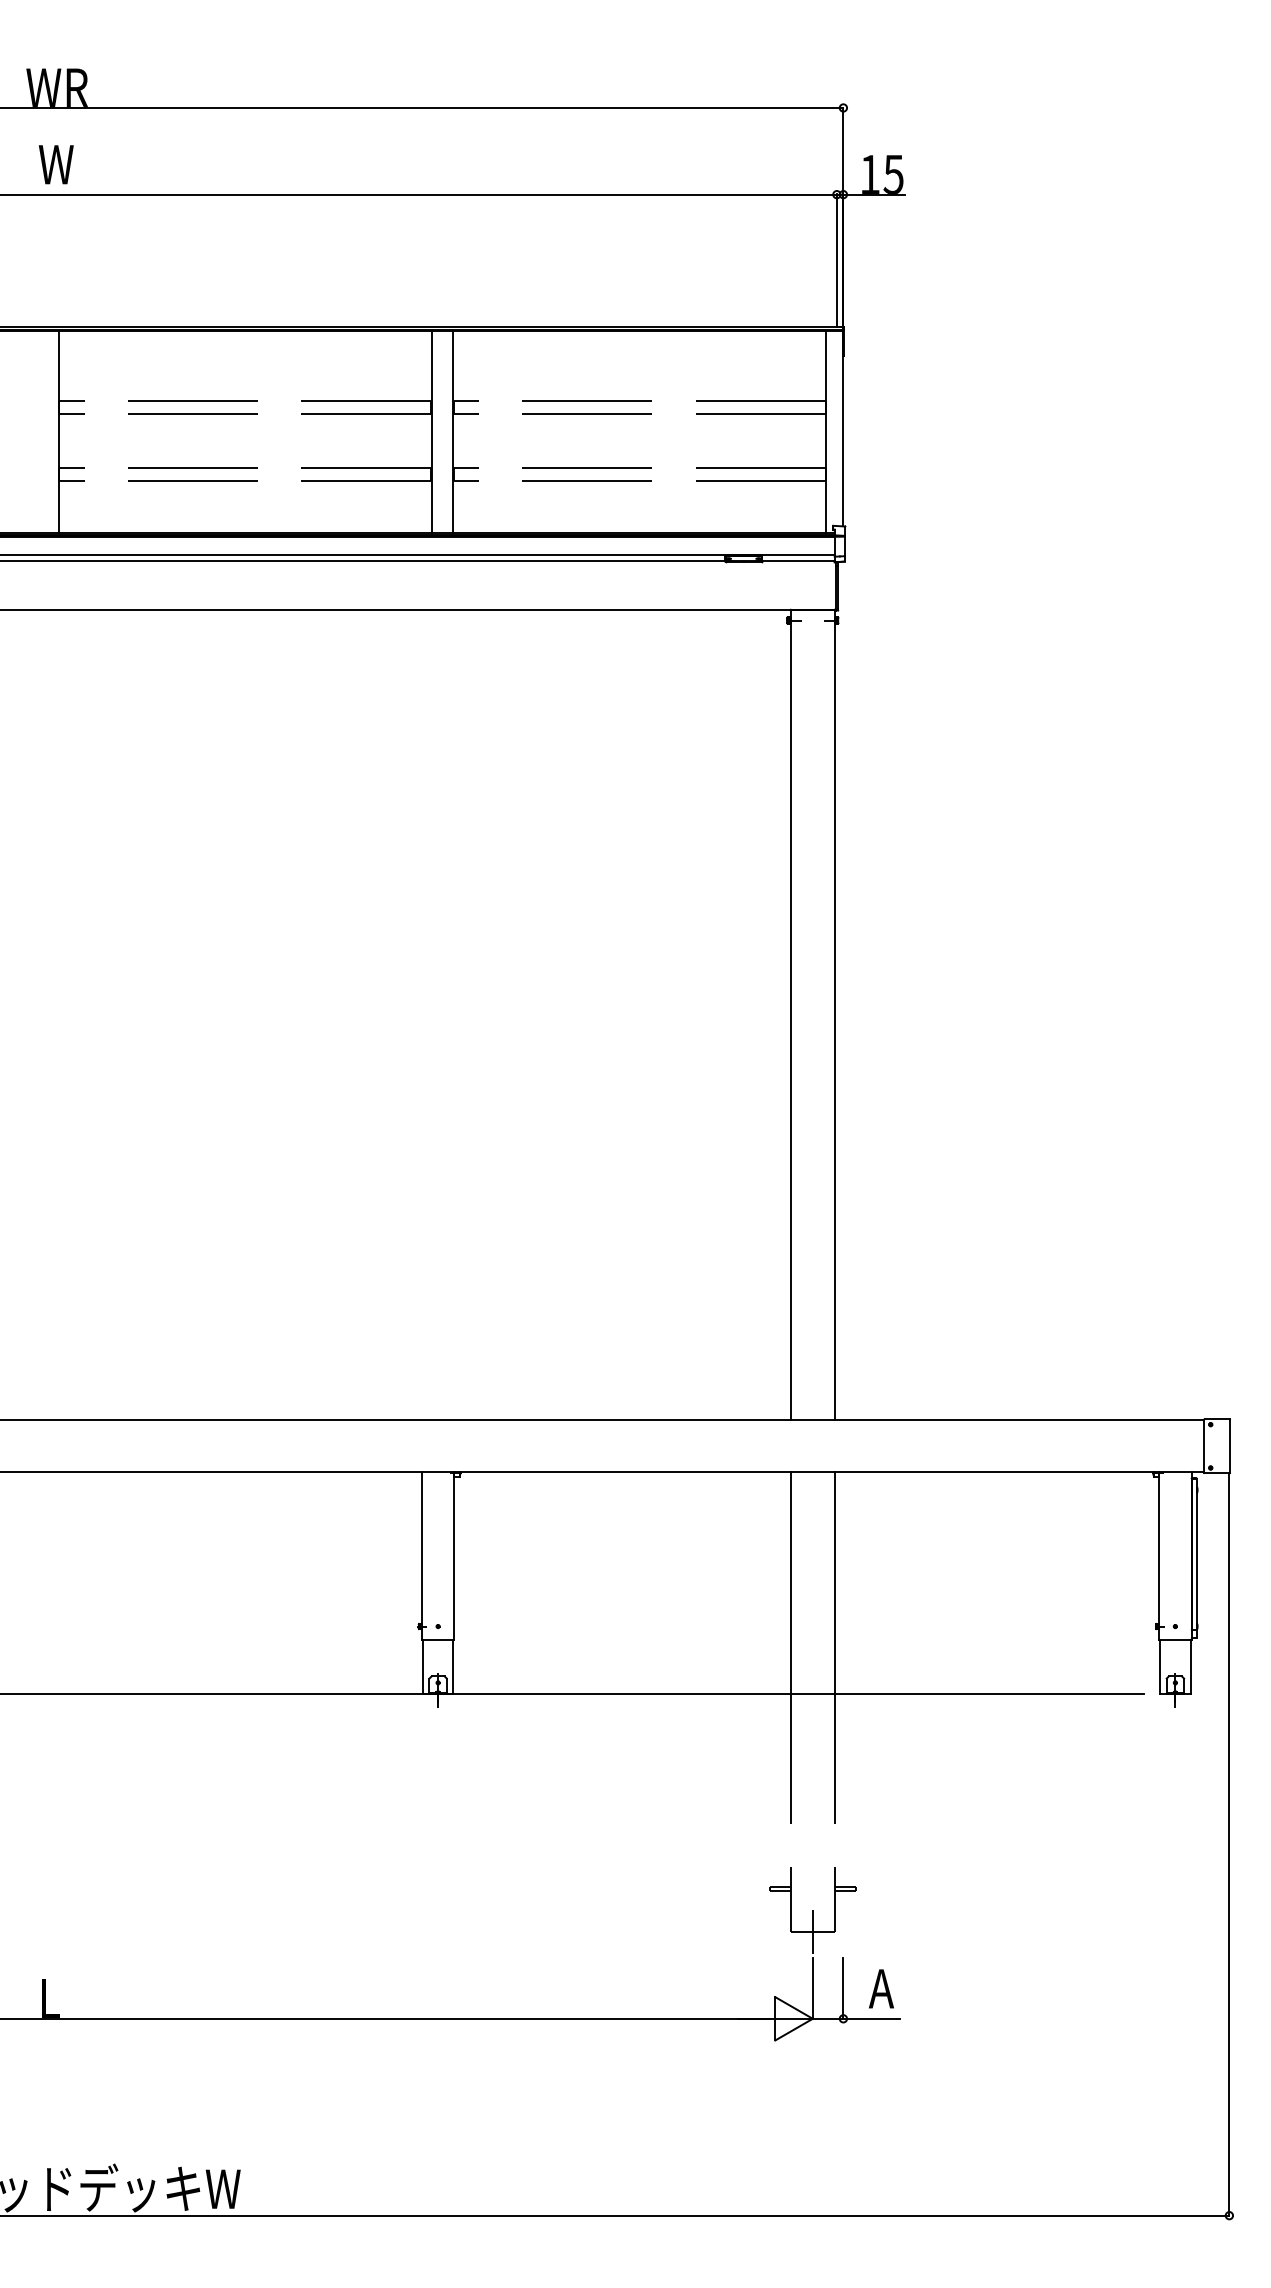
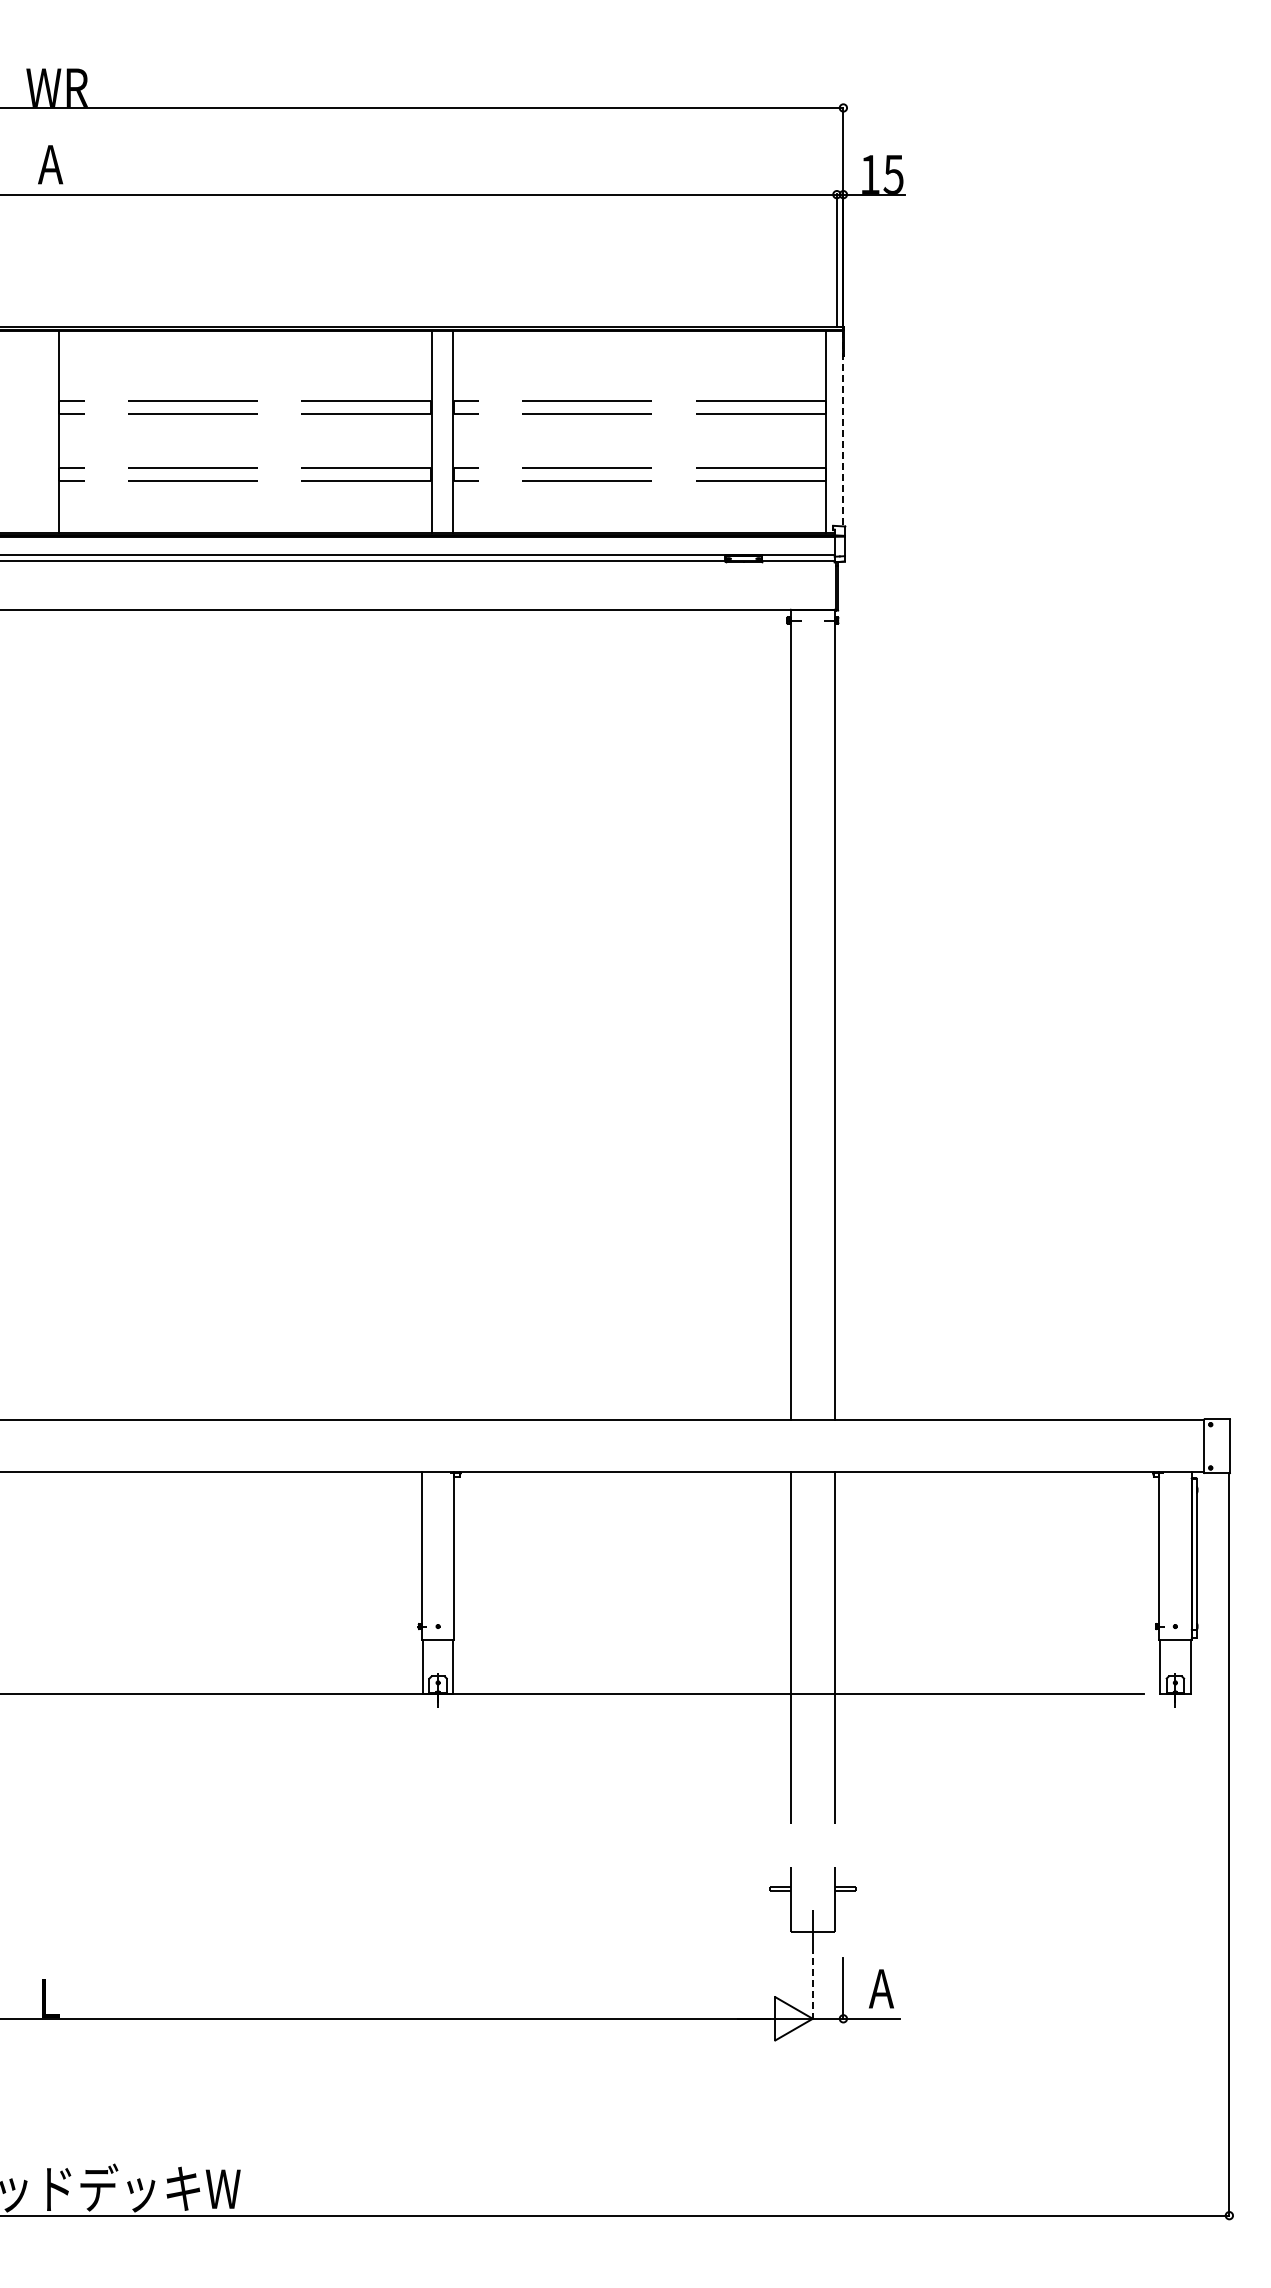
text at (55, 164): W -> A
line at (843, 428): solid -> dashed
line at (812, 1988): solid -> dashed
